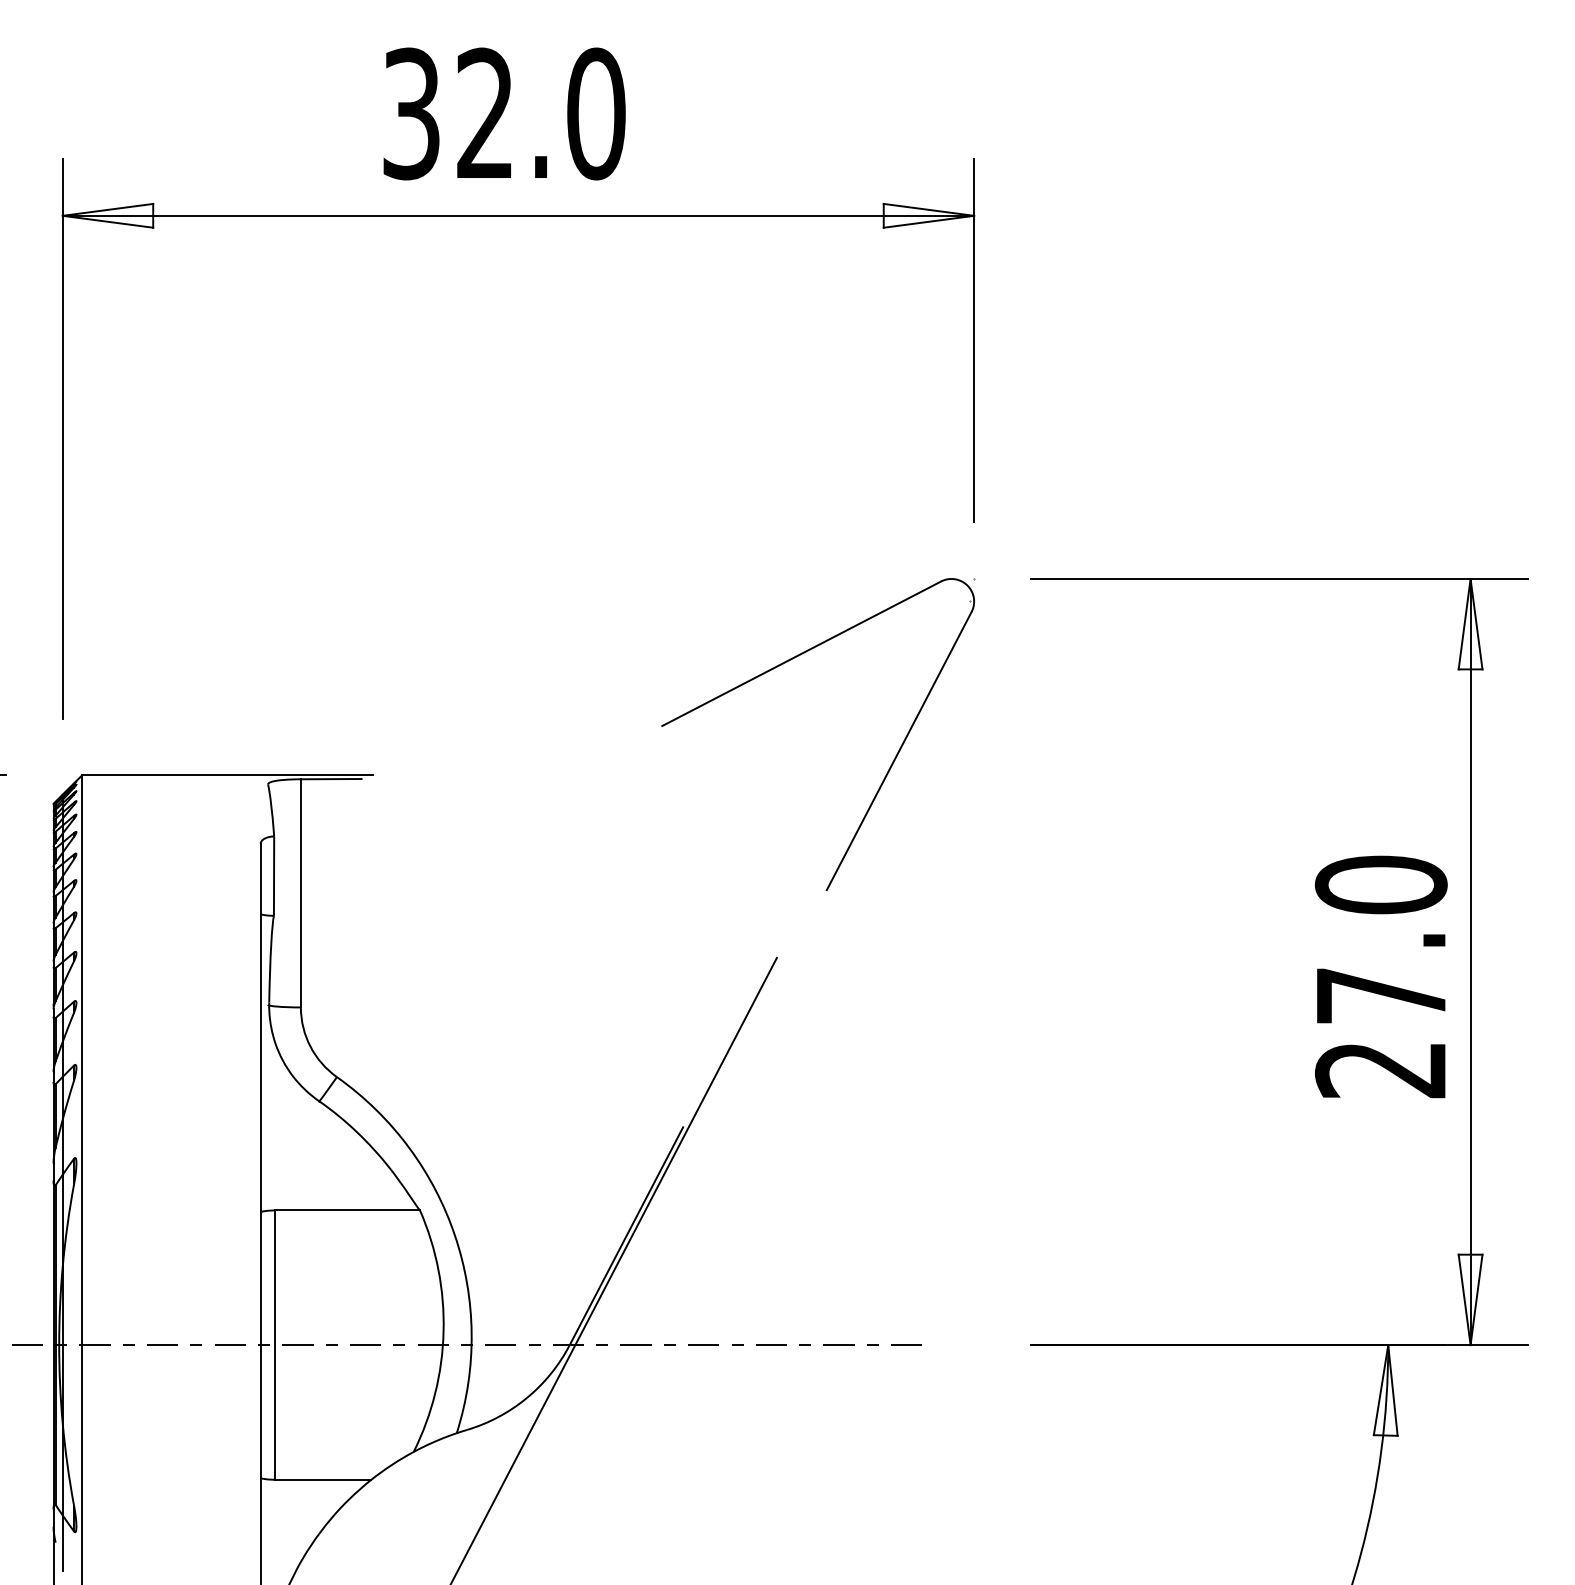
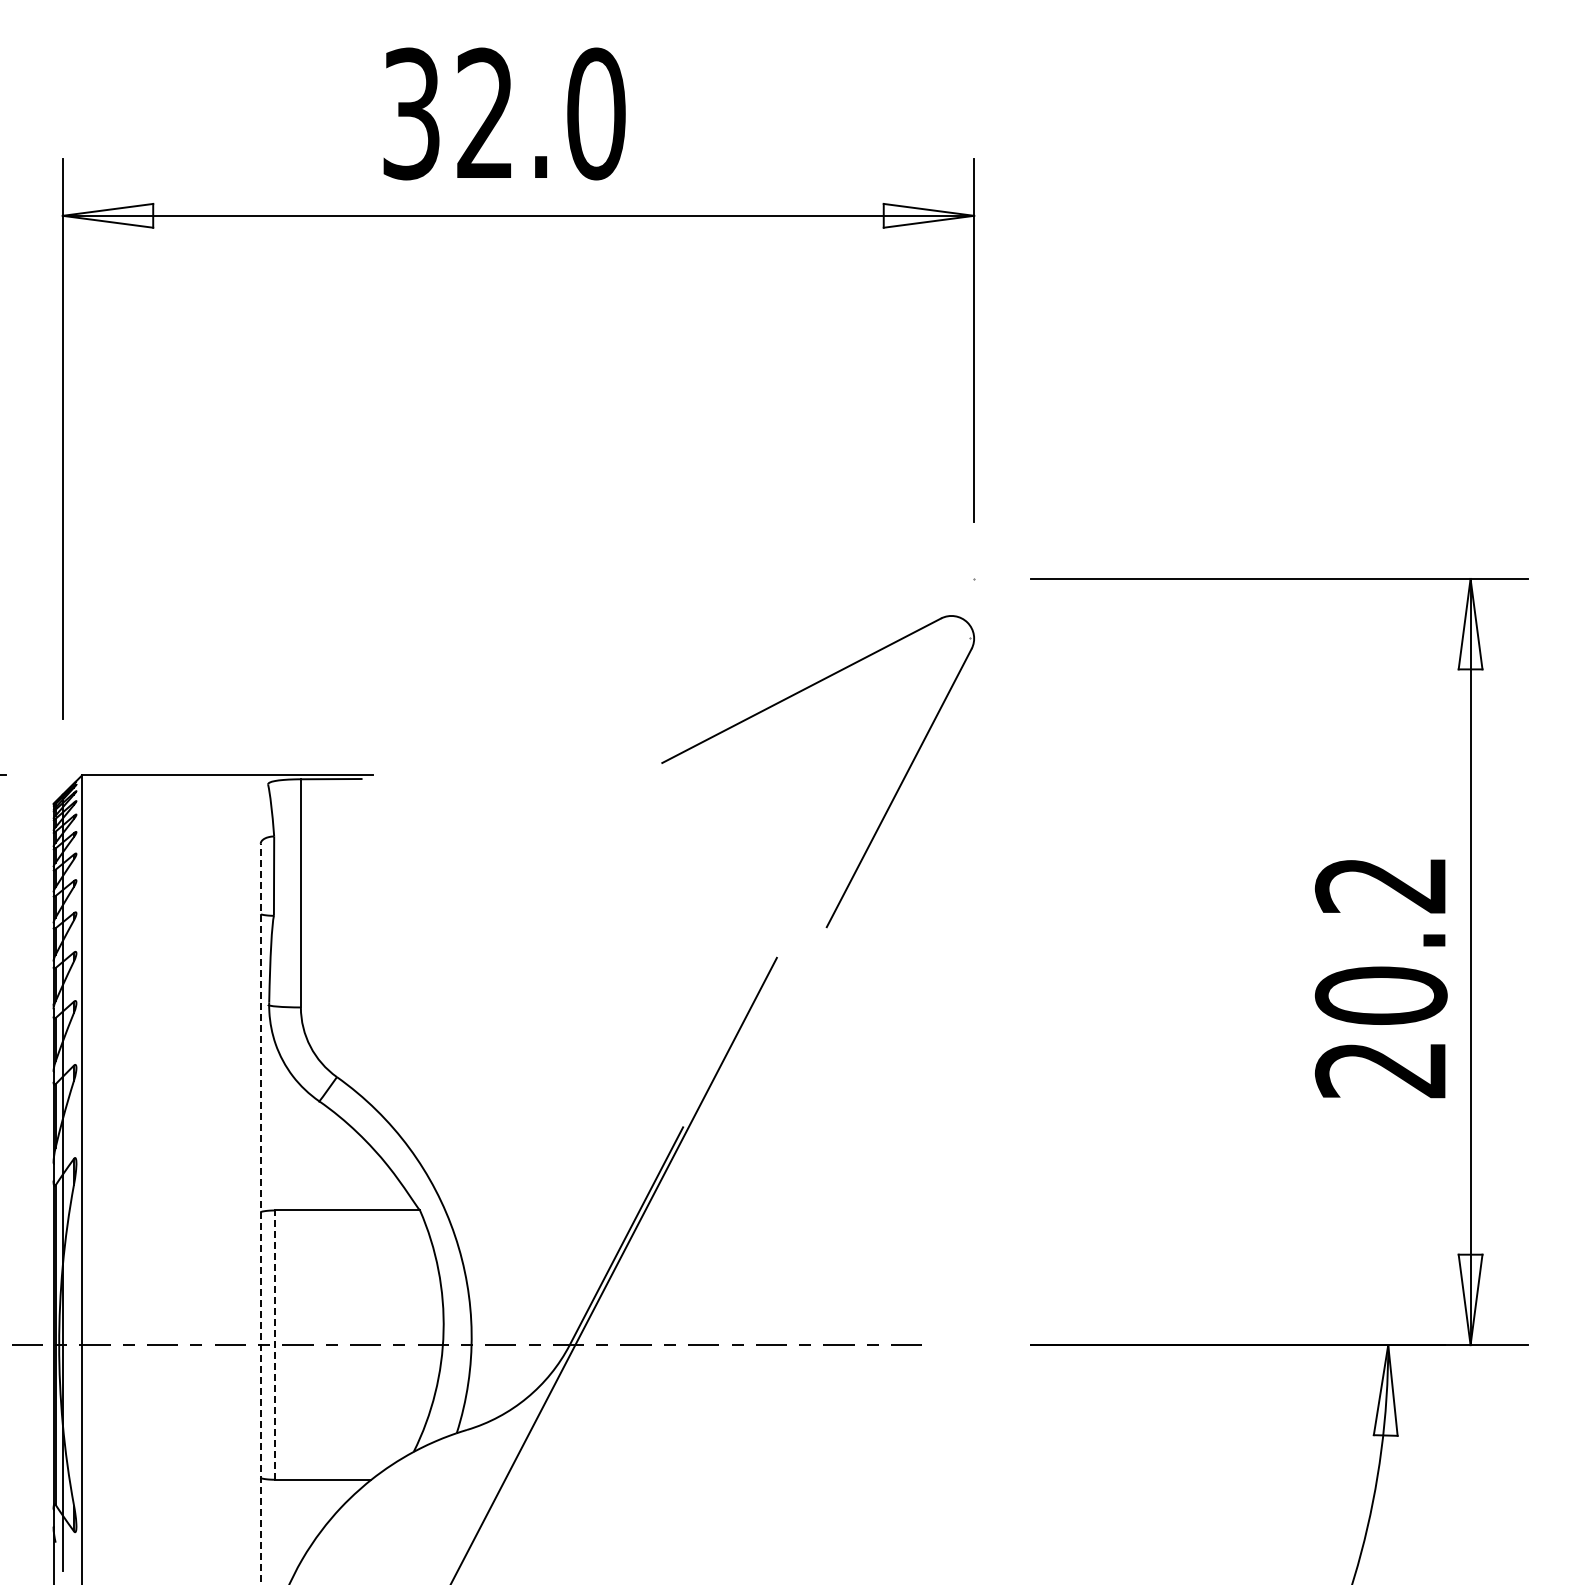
part at (783, 664) position: (783, 664) -> (783, 701)
text at (1380, 939): 27.0 -> 20.2
line at (260, 1213): solid -> dashed
line at (274, 1345): solid -> dashed
